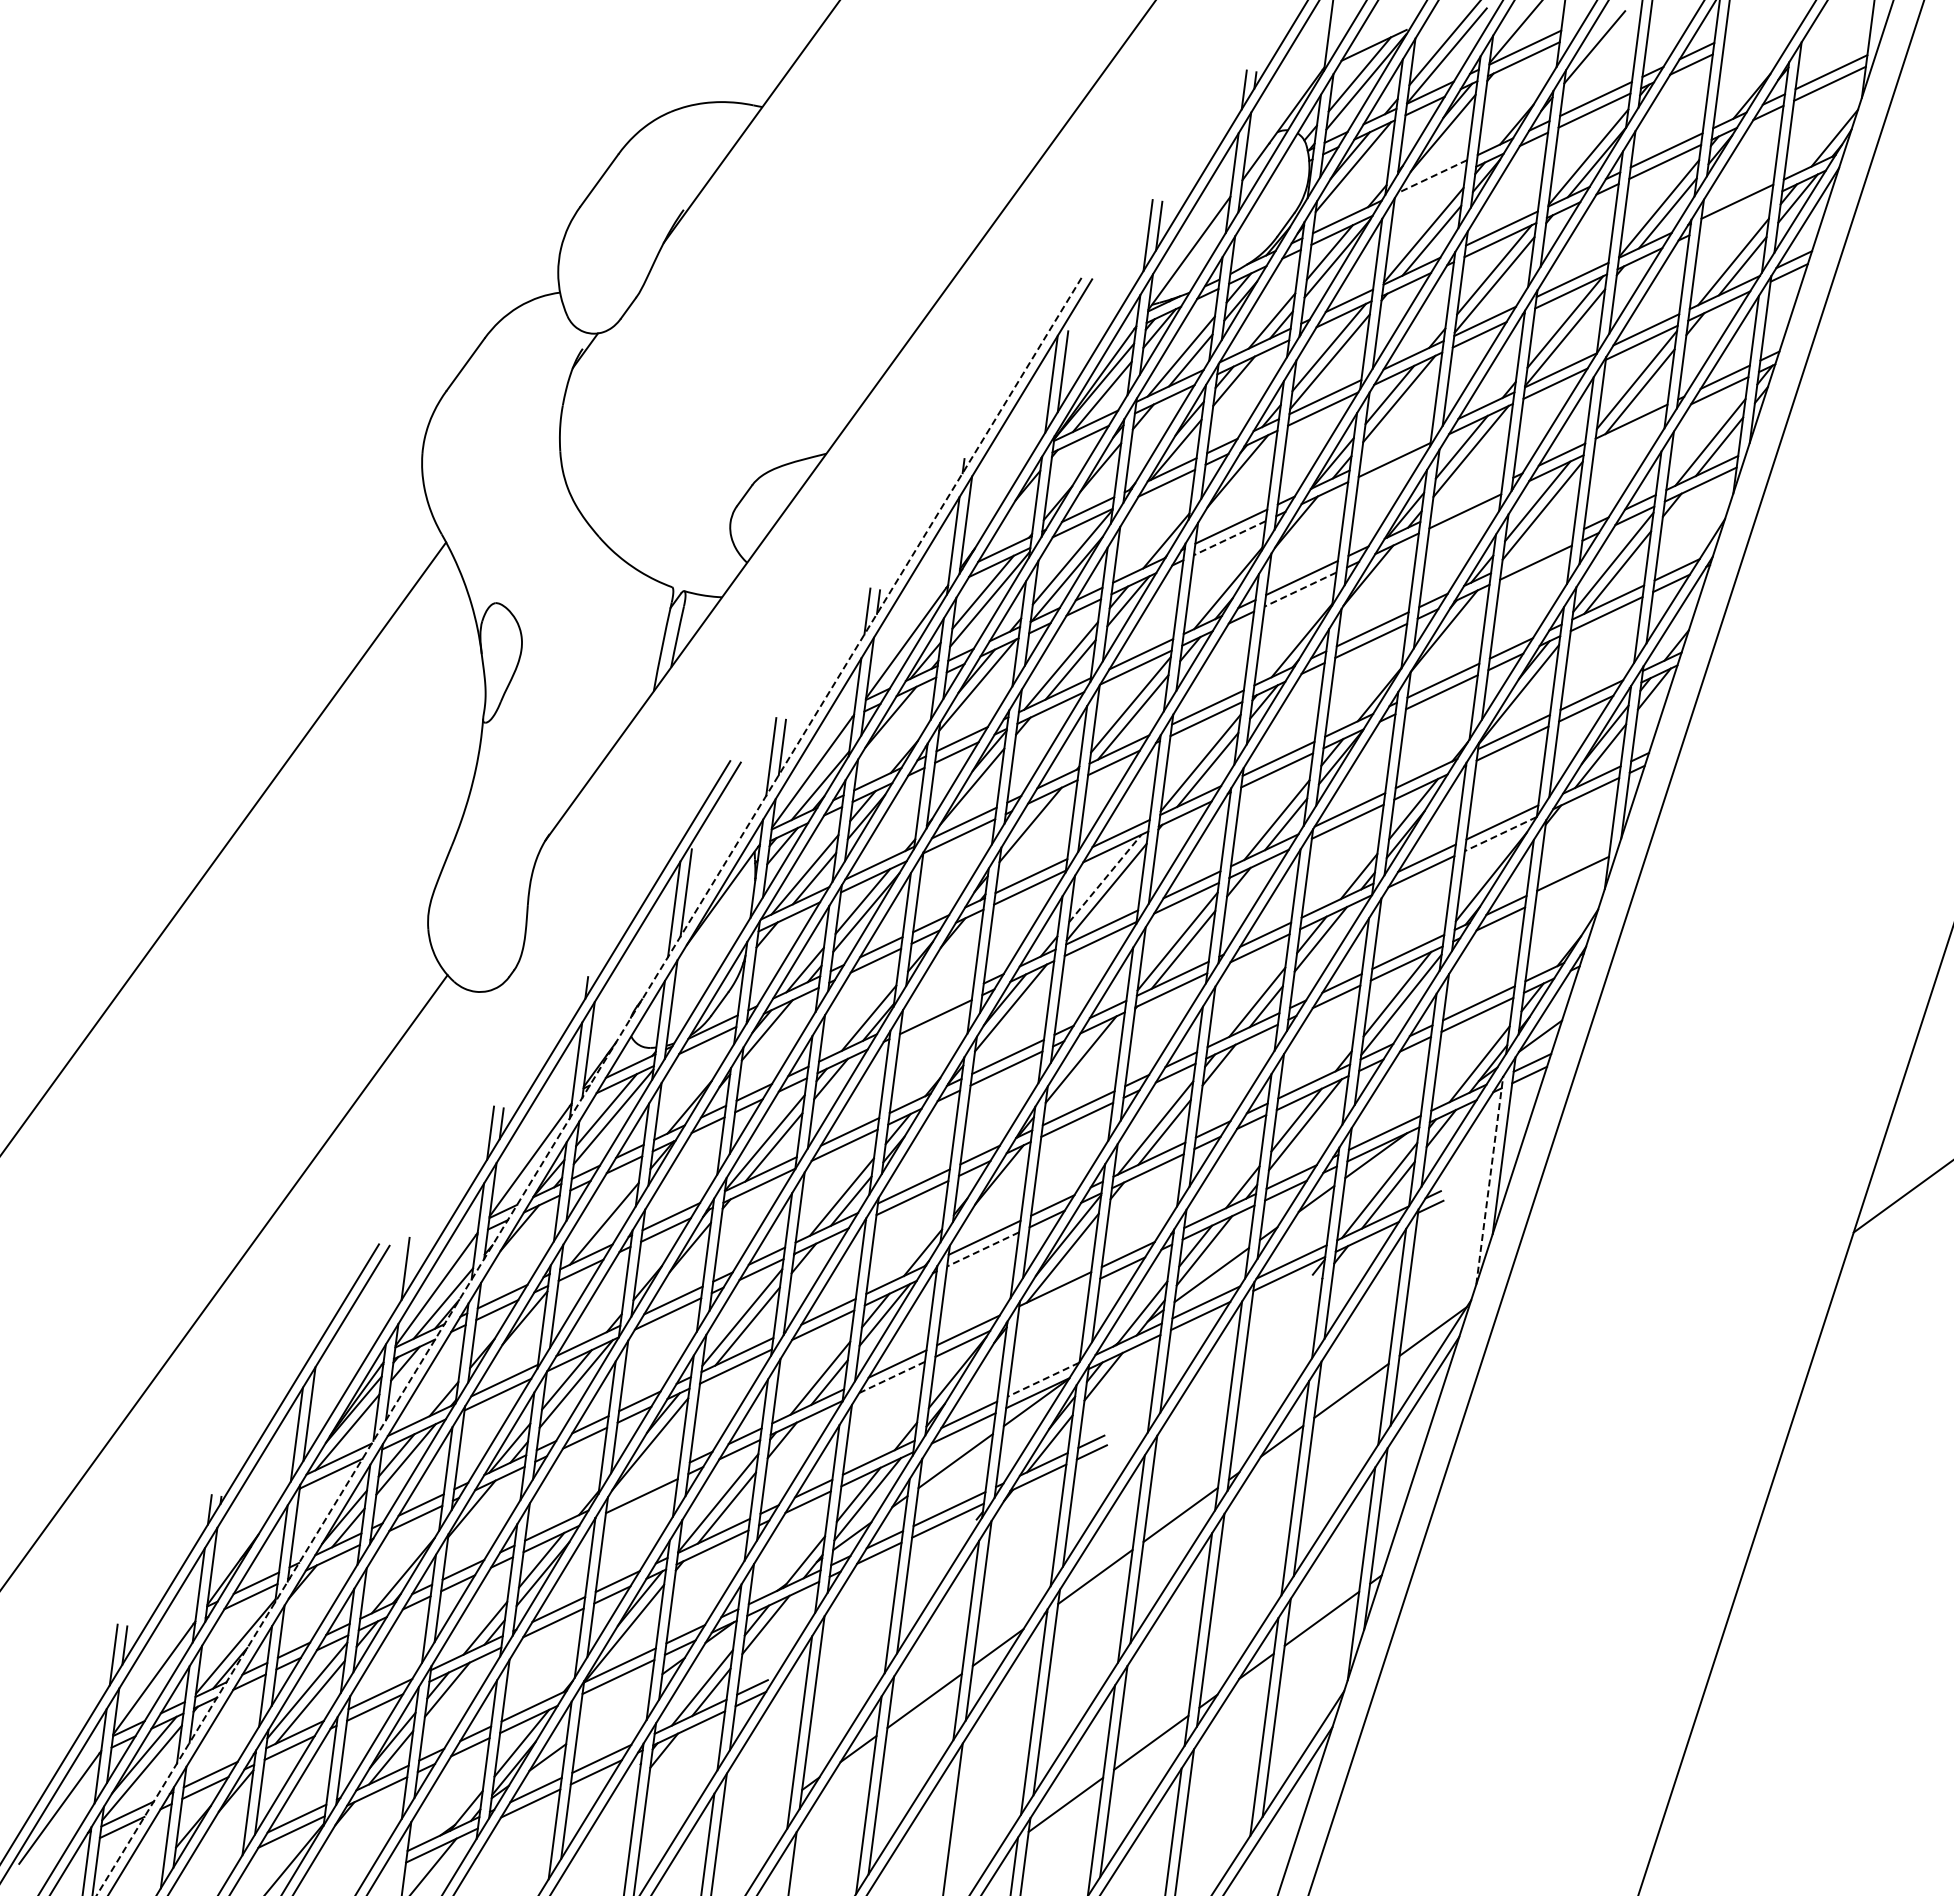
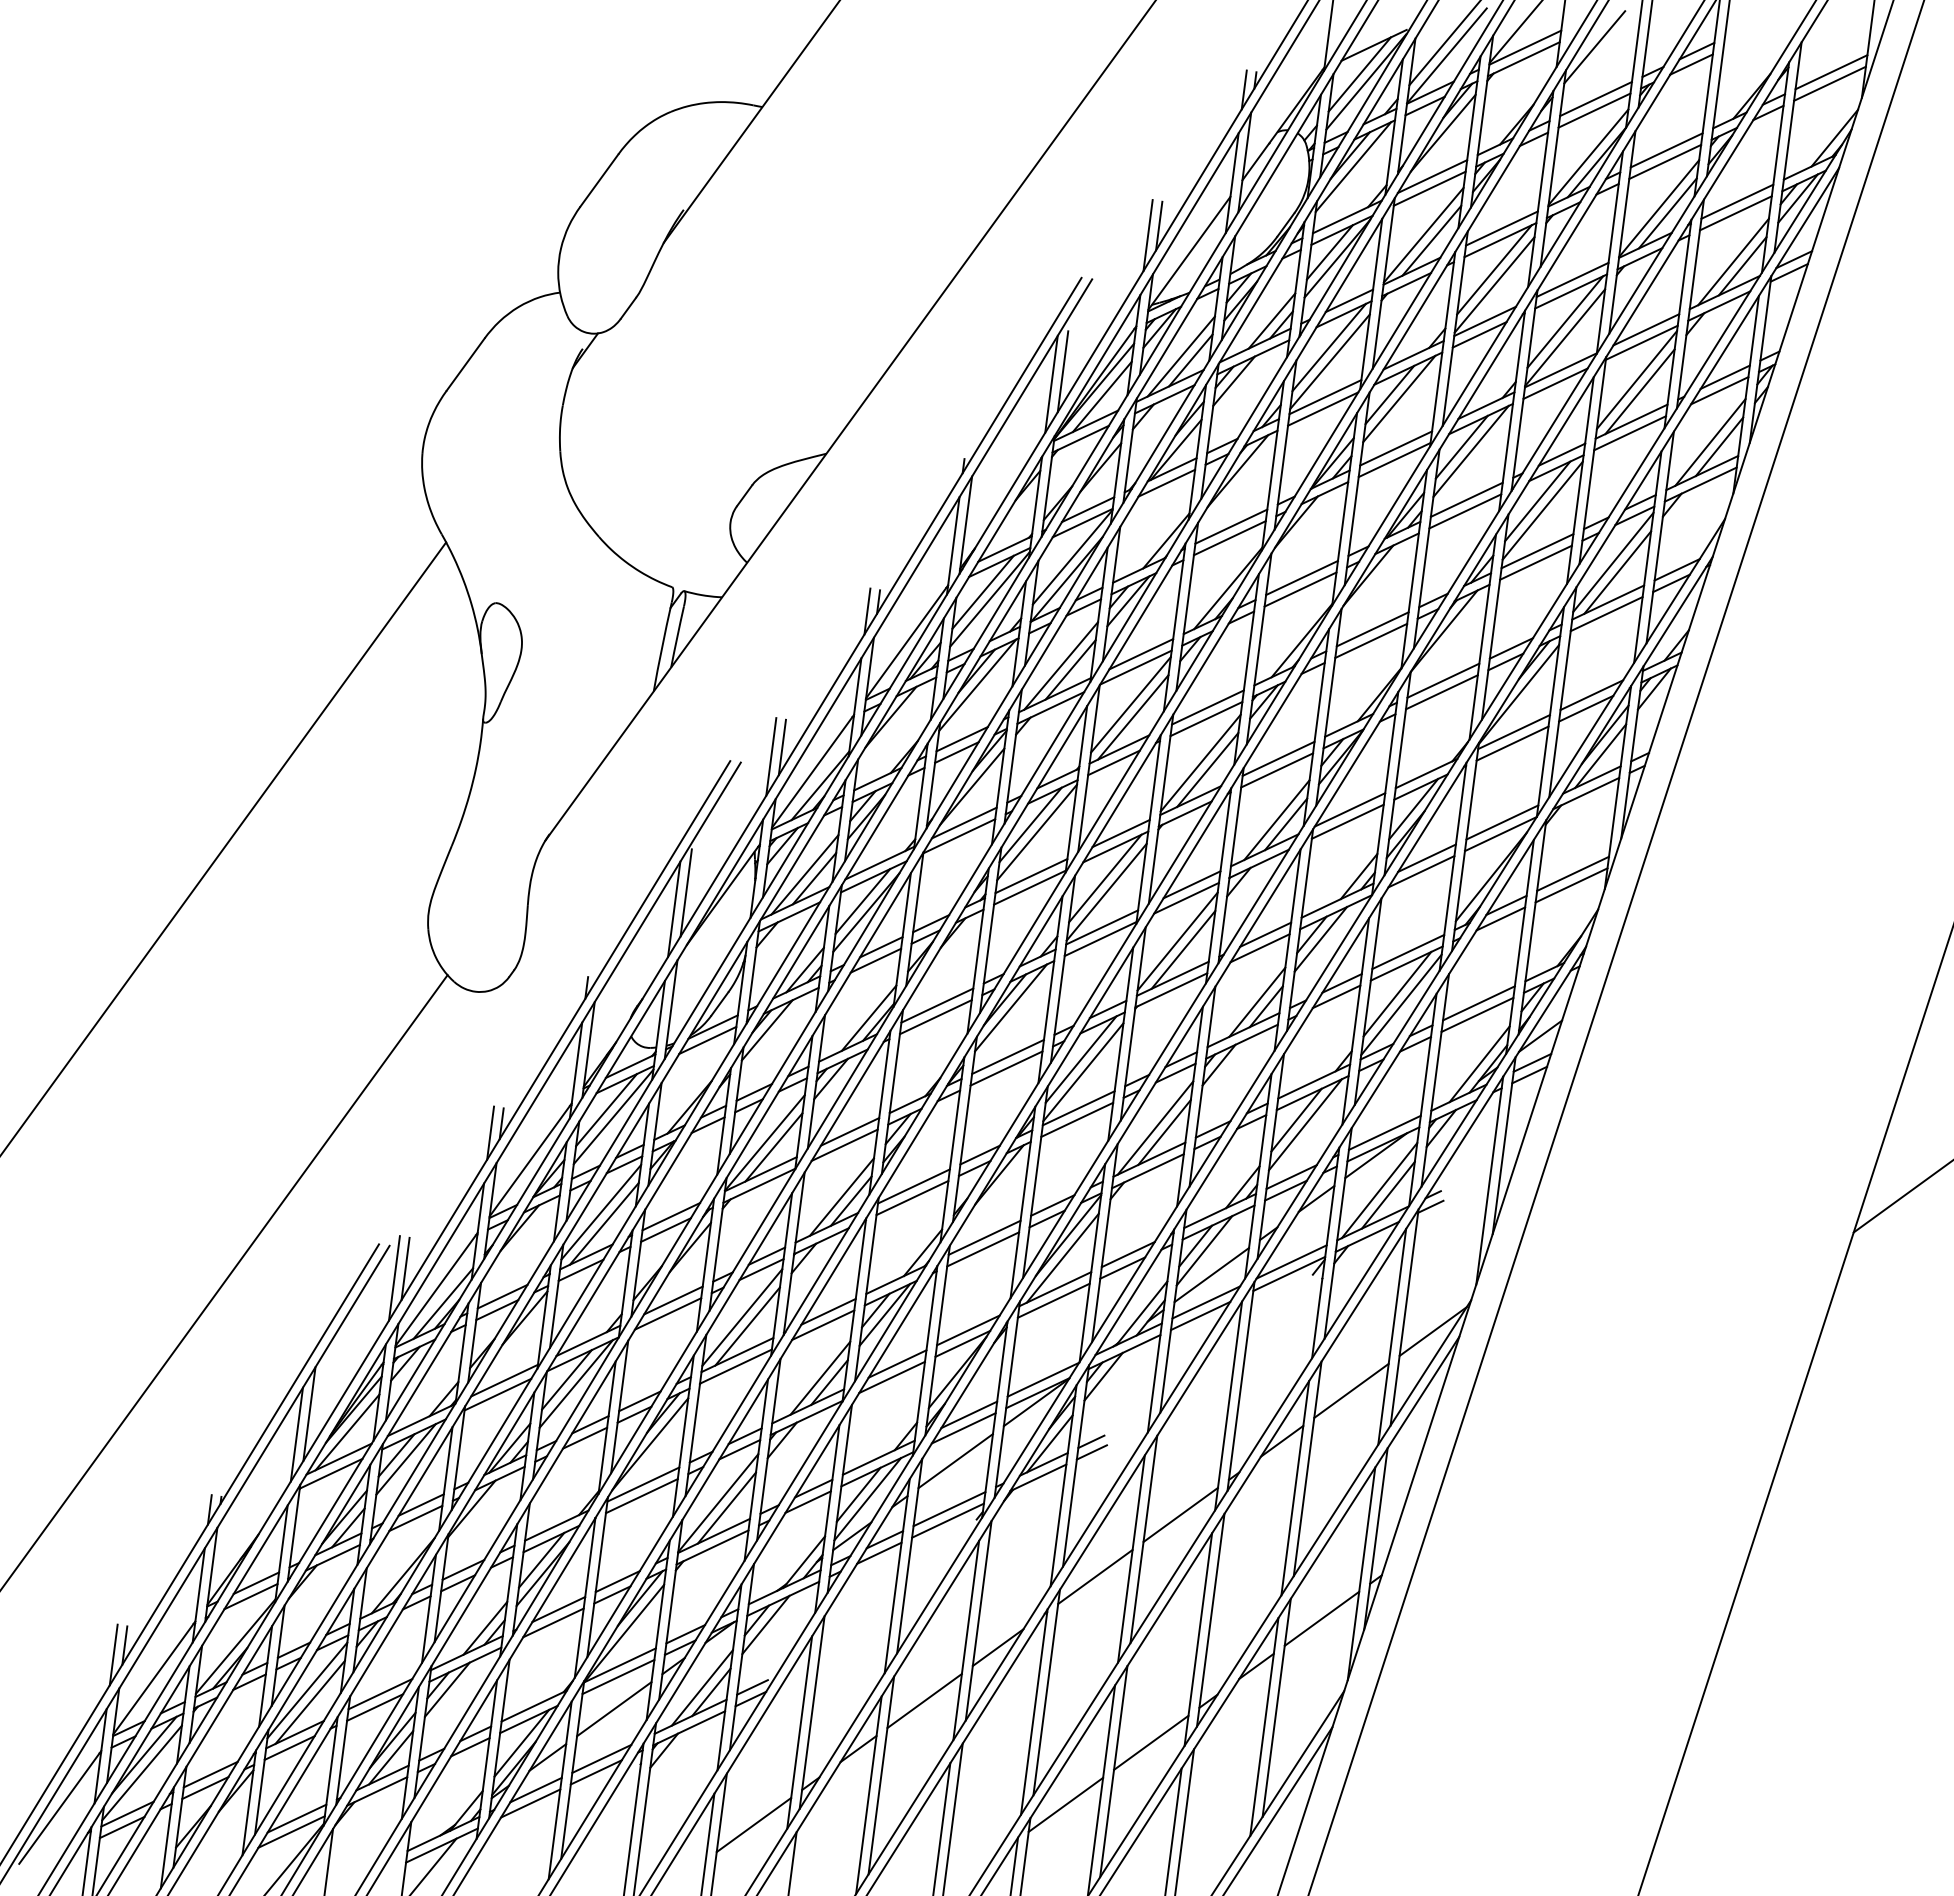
line at (1432, 176): dashed -> solid
line at (1429, 188): none -> present
line at (1735, 213): none -> present
line at (1630, 433): none -> present
line at (1396, 448): none -> present
line at (1466, 499): none -> present
line at (1229, 538): dashed -> solid
line at (1537, 551): none -> present
line at (1300, 589): dashed -> solid
line at (1037, 832): none -> present
line at (1500, 834): dashed -> solid
line at (1105, 878): dashed -> solid
line at (1571, 885): none -> present
line at (937, 1005): none -> present
line at (1083, 1072): none -> present
line at (589, 1086): dashed -> solid
line at (1489, 1180): dashed -> solid
line at (601, 1211): none -> present
line at (983, 1249): dashed -> solid
line at (394, 1278): none -> present
line at (1053, 1300): none -> present
line at (891, 1377): dashed -> solid
line at (1043, 1379): dashed -> solid
line at (643, 1484): none -> present
line at (614, 1709): none -> present
line at (753, 1825): none -> present
line at (941, 1827): none -> present
line at (328, 1860): none -> present
